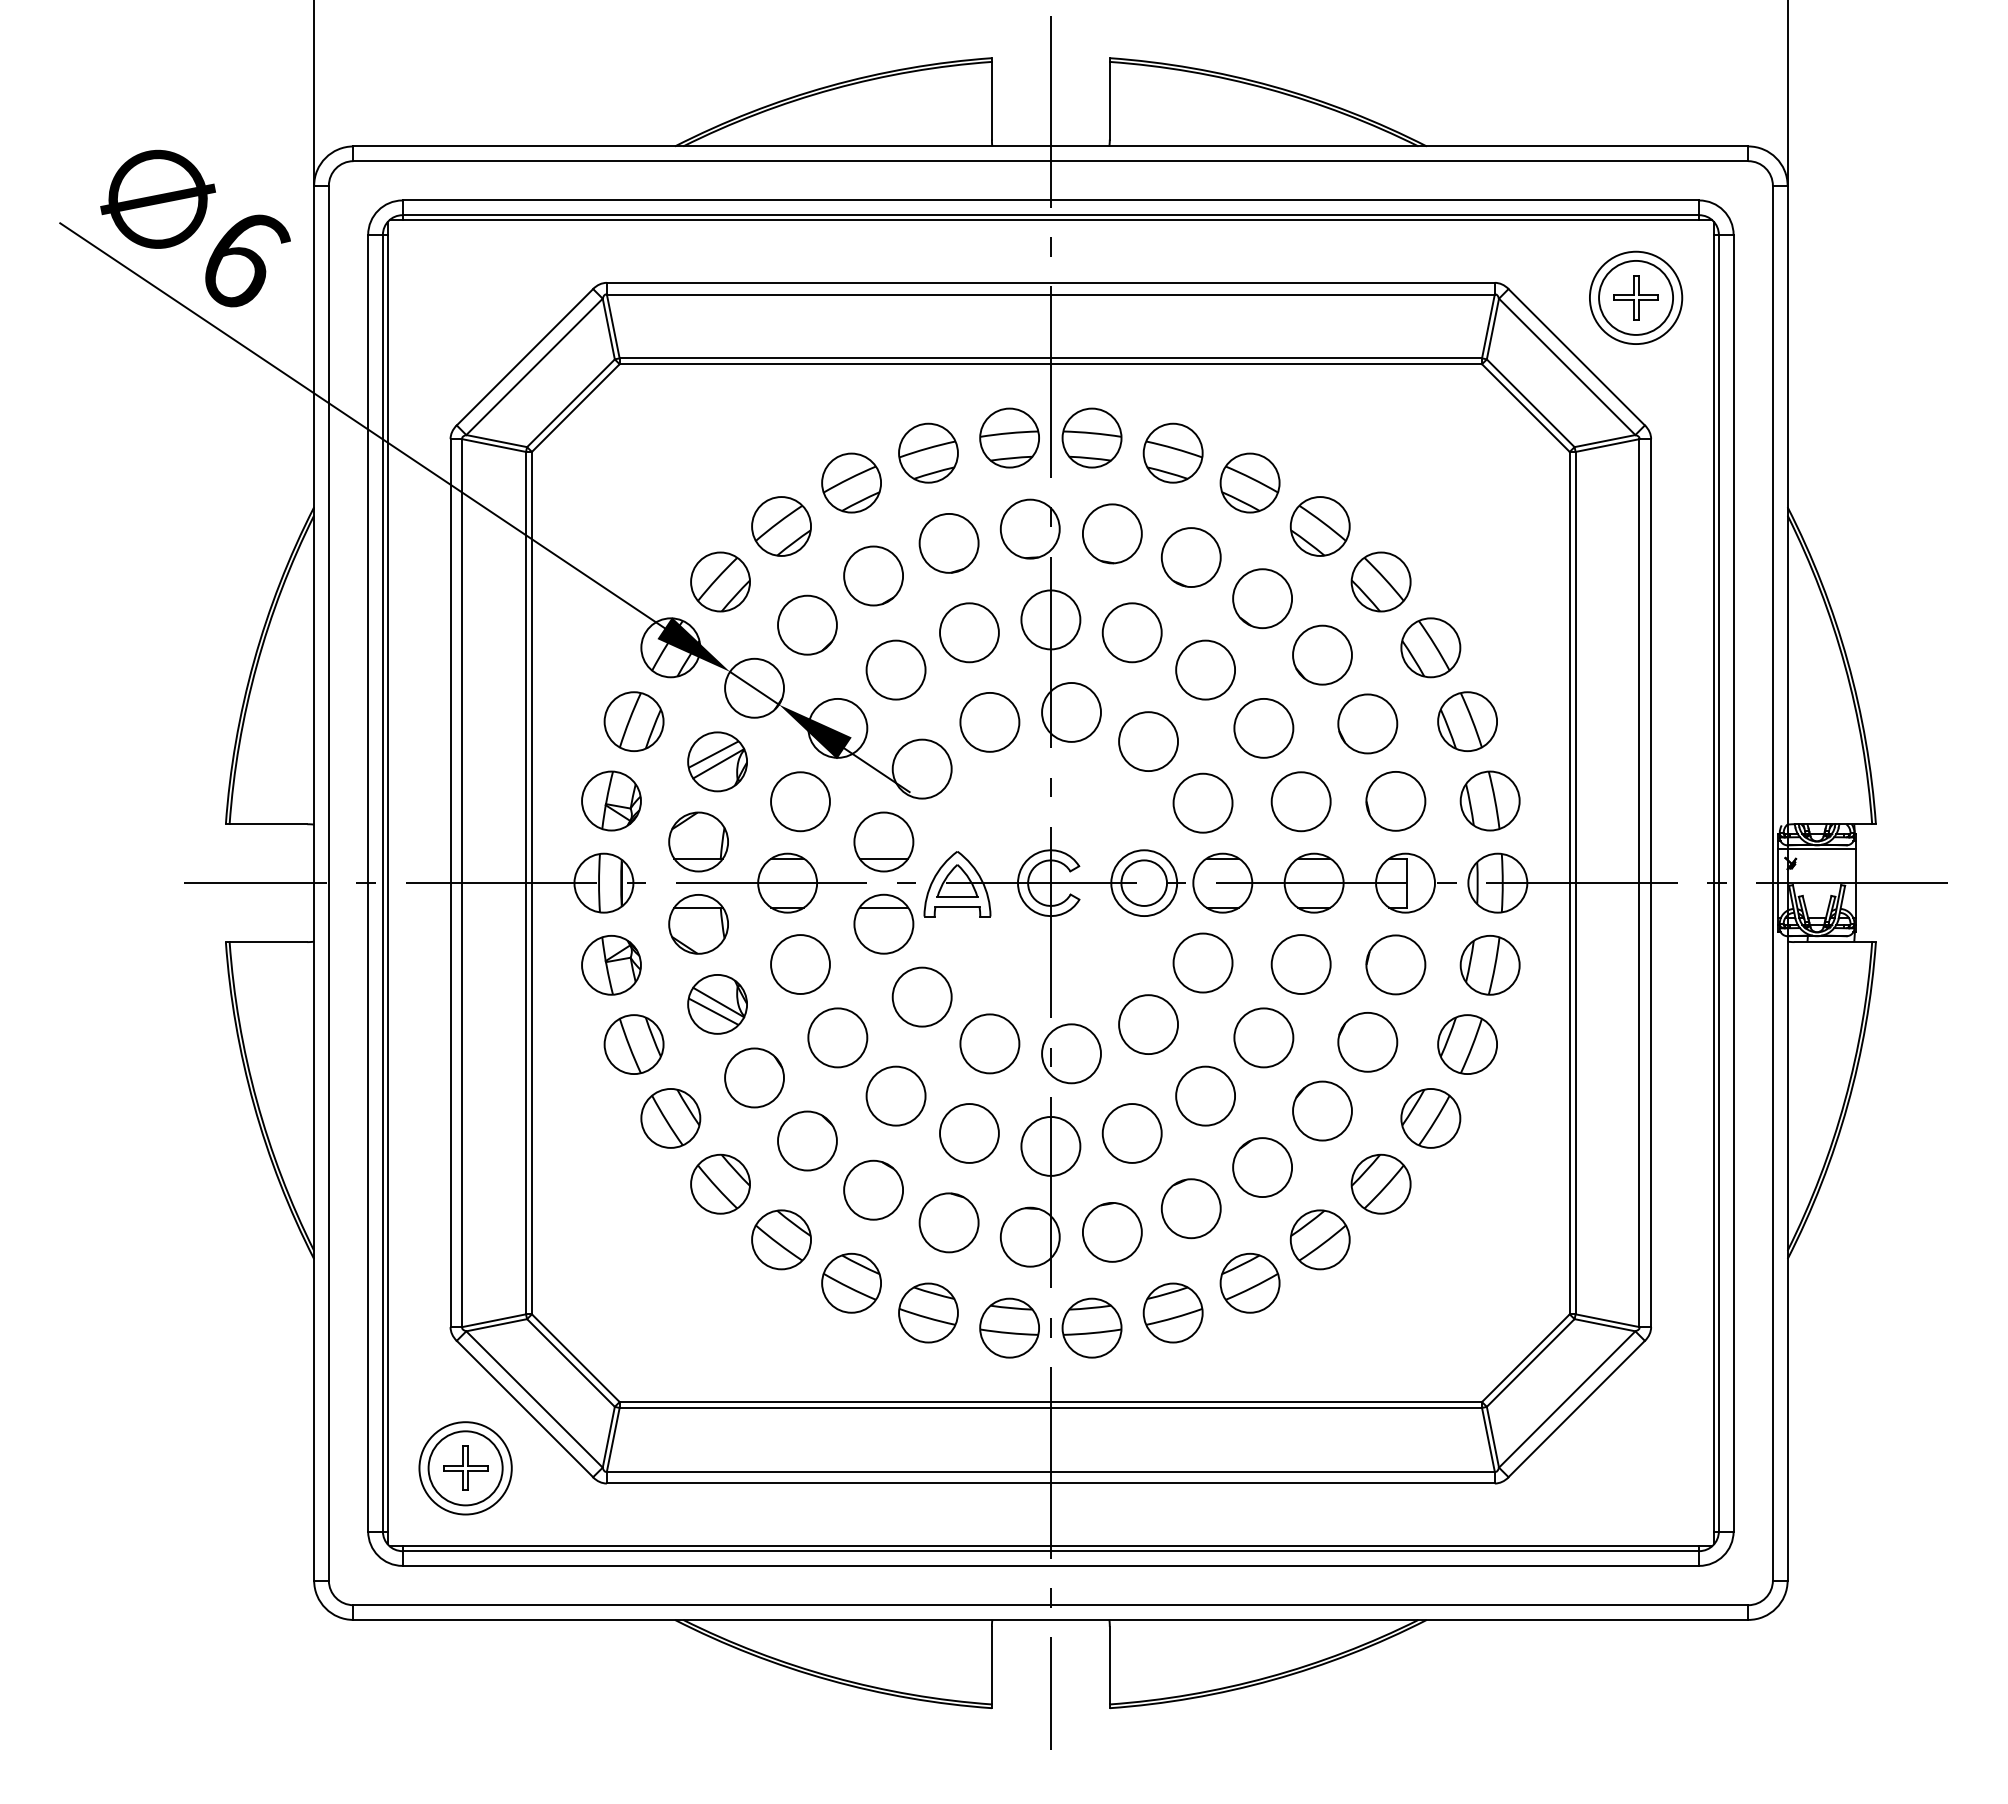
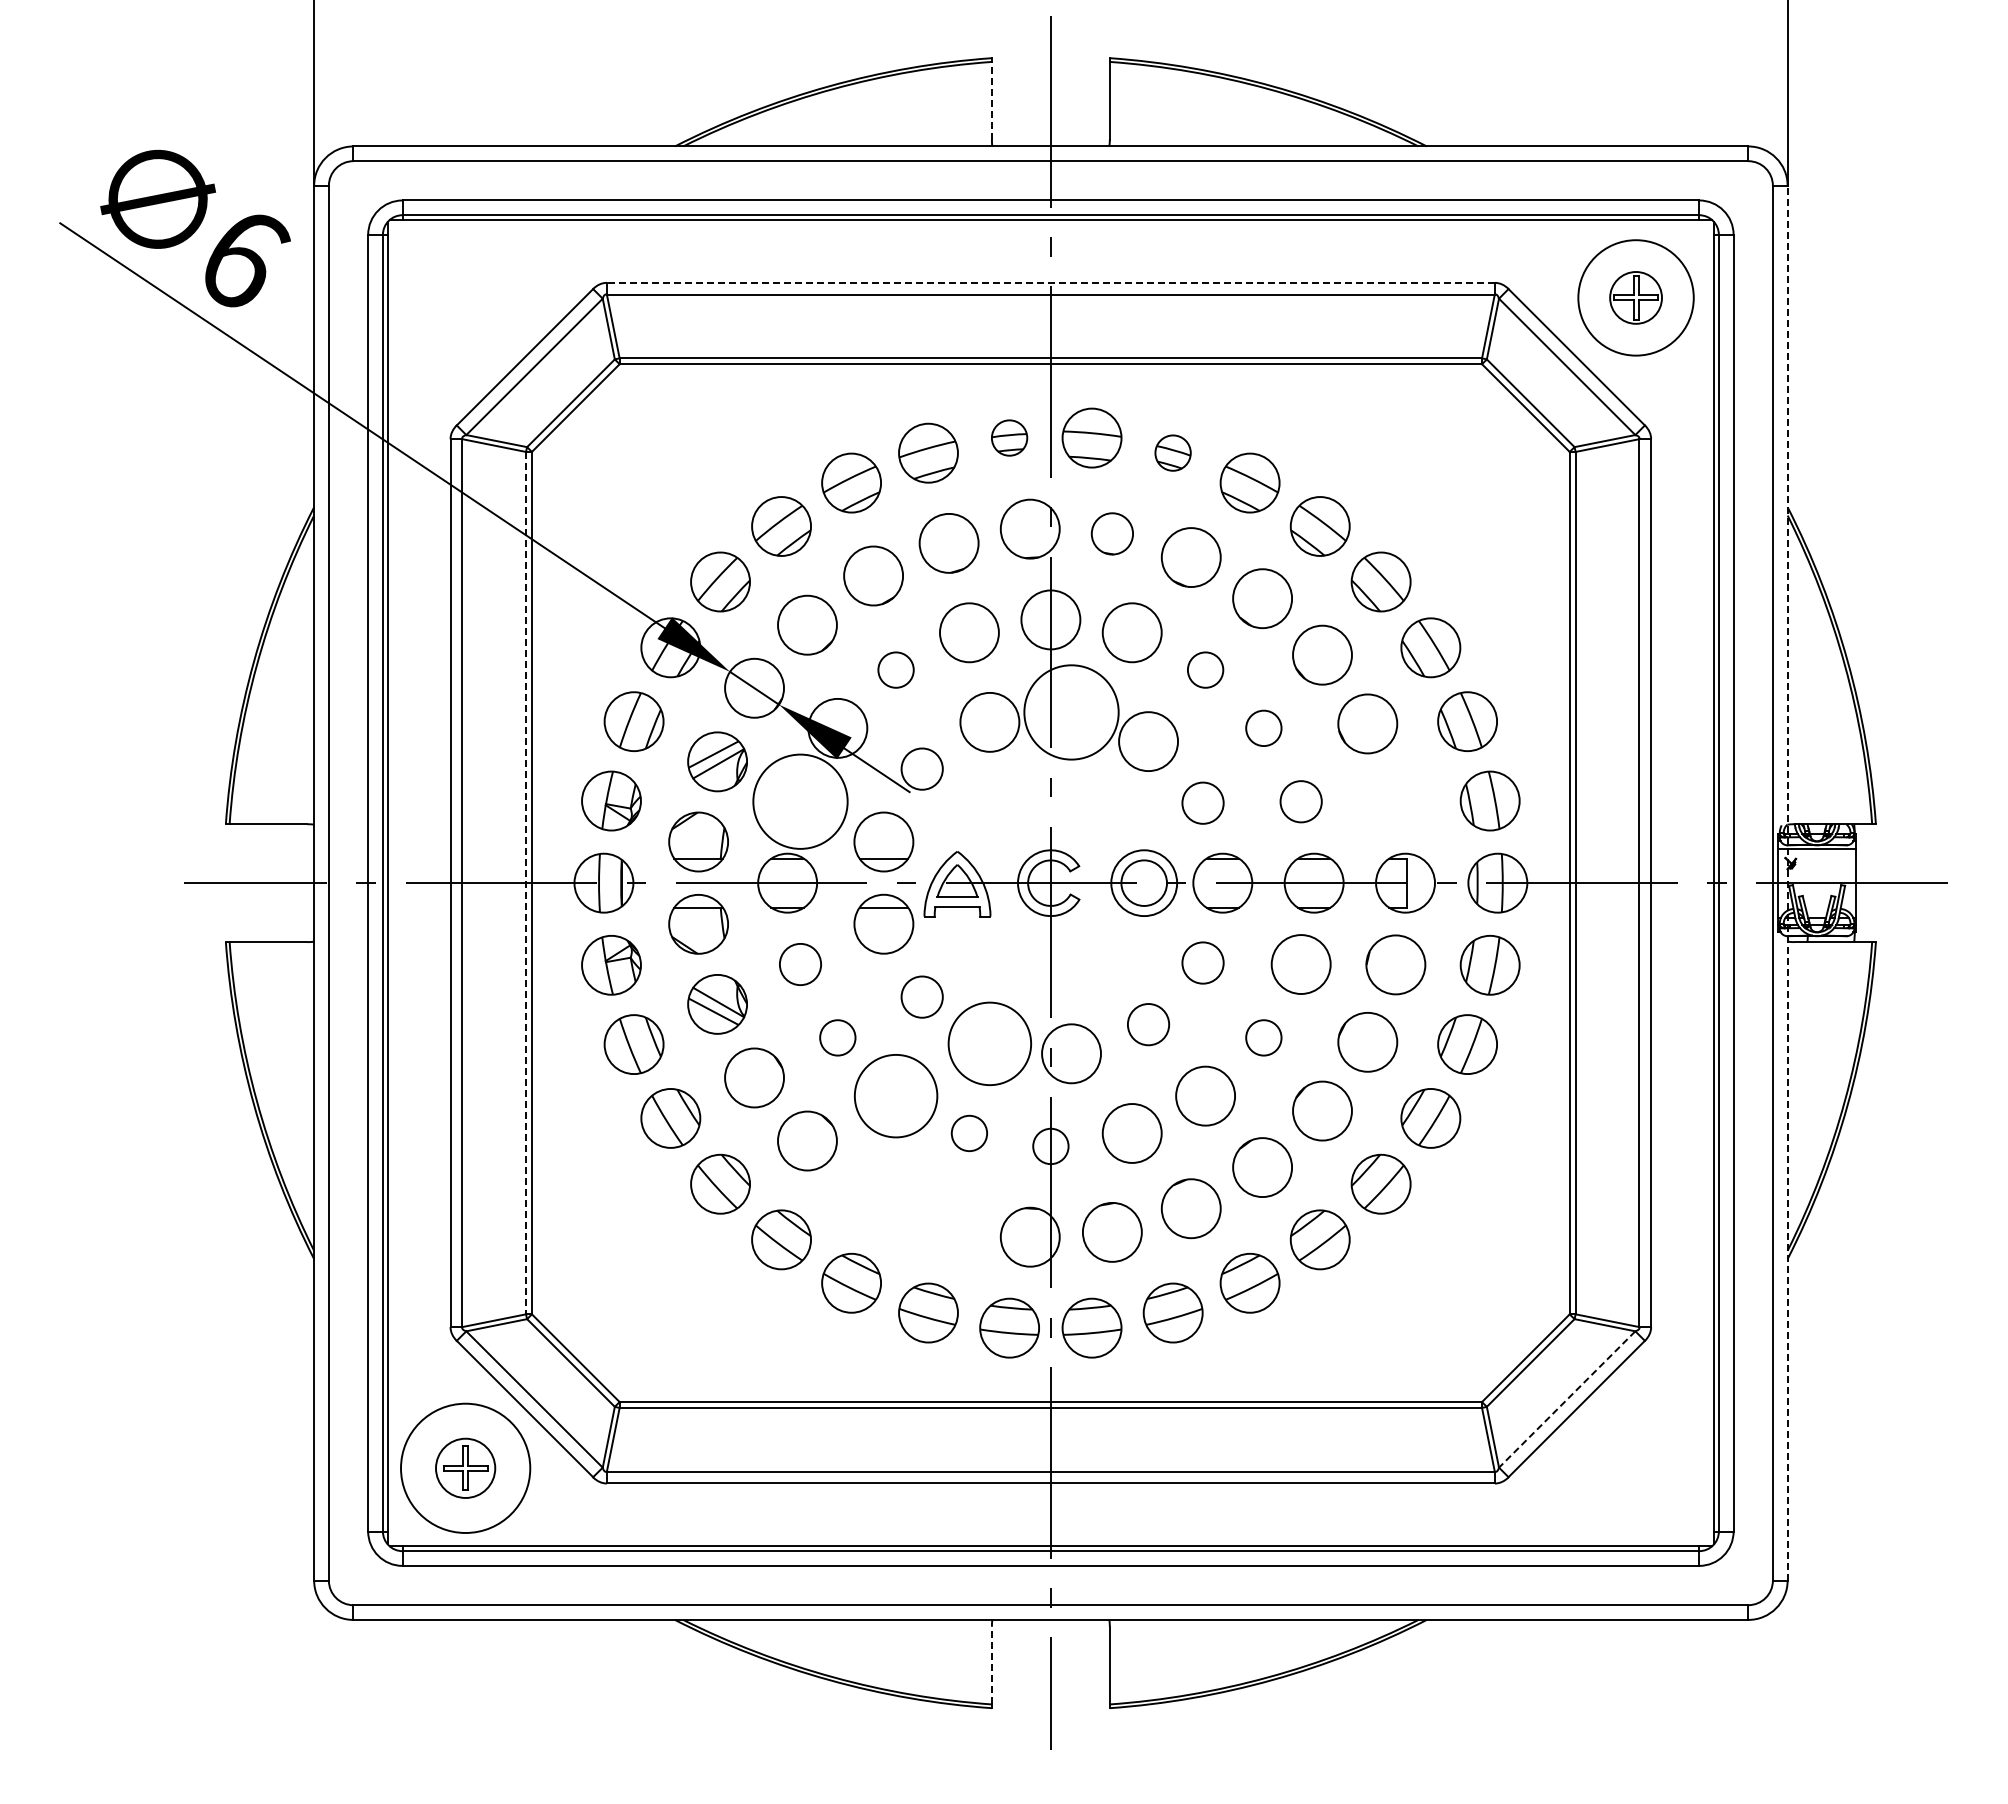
line at (991, 100): solid -> dashed
line at (1050, 282): solid -> dashed
circle at (1635, 297) diameter: 92 px -> 115 px
circle at (1636, 297) diameter: 74 px -> 52 px
part at (1009, 437) size: 61x62 px -> 38x38 px
part at (1172, 452) size: 62x62 px -> 38x38 px
part at (1112, 533) size: 61x62 px -> 44x44 px
circle at (895, 669) diameter: 59 px -> 35 px
circle at (1205, 669) diameter: 59 px -> 35 px
circle at (1071, 711) diameter: 59 px -> 94 px
circle at (1263, 727) diameter: 59 px -> 35 px
circle at (921, 768) diameter: 59 px -> 41 px
circle at (800, 801) diameter: 59 px -> 94 px
circle at (1300, 801) diameter: 59 px -> 41 px
part at (1395, 801): present -> none
circle at (1202, 802) diameter: 59 px -> 41 px
line at (1787, 882): solid -> dashed
line at (526, 883): solid -> dashed
circle at (1202, 962) diameter: 59 px -> 41 px
circle at (800, 964) diameter: 59 px -> 41 px
circle at (921, 996) diameter: 59 px -> 41 px
circle at (1148, 1024) diameter: 59 px -> 41 px
circle at (837, 1037) diameter: 59 px -> 35 px
circle at (1263, 1037) diameter: 59 px -> 35 px
circle at (989, 1043) diameter: 59 px -> 83 px
circle at (895, 1095) diameter: 59 px -> 83 px
circle at (969, 1133) diameter: 59 px -> 35 px
circle at (1050, 1145) diameter: 59 px -> 35 px
part at (873, 1189): present -> none
part at (948, 1222): present -> none
line at (1566, 1399): solid -> dashed
circle at (465, 1468) diameter: 74 px -> 59 px
circle at (465, 1468) diameter: 92 px -> 129 px
line at (991, 1665): solid -> dashed
